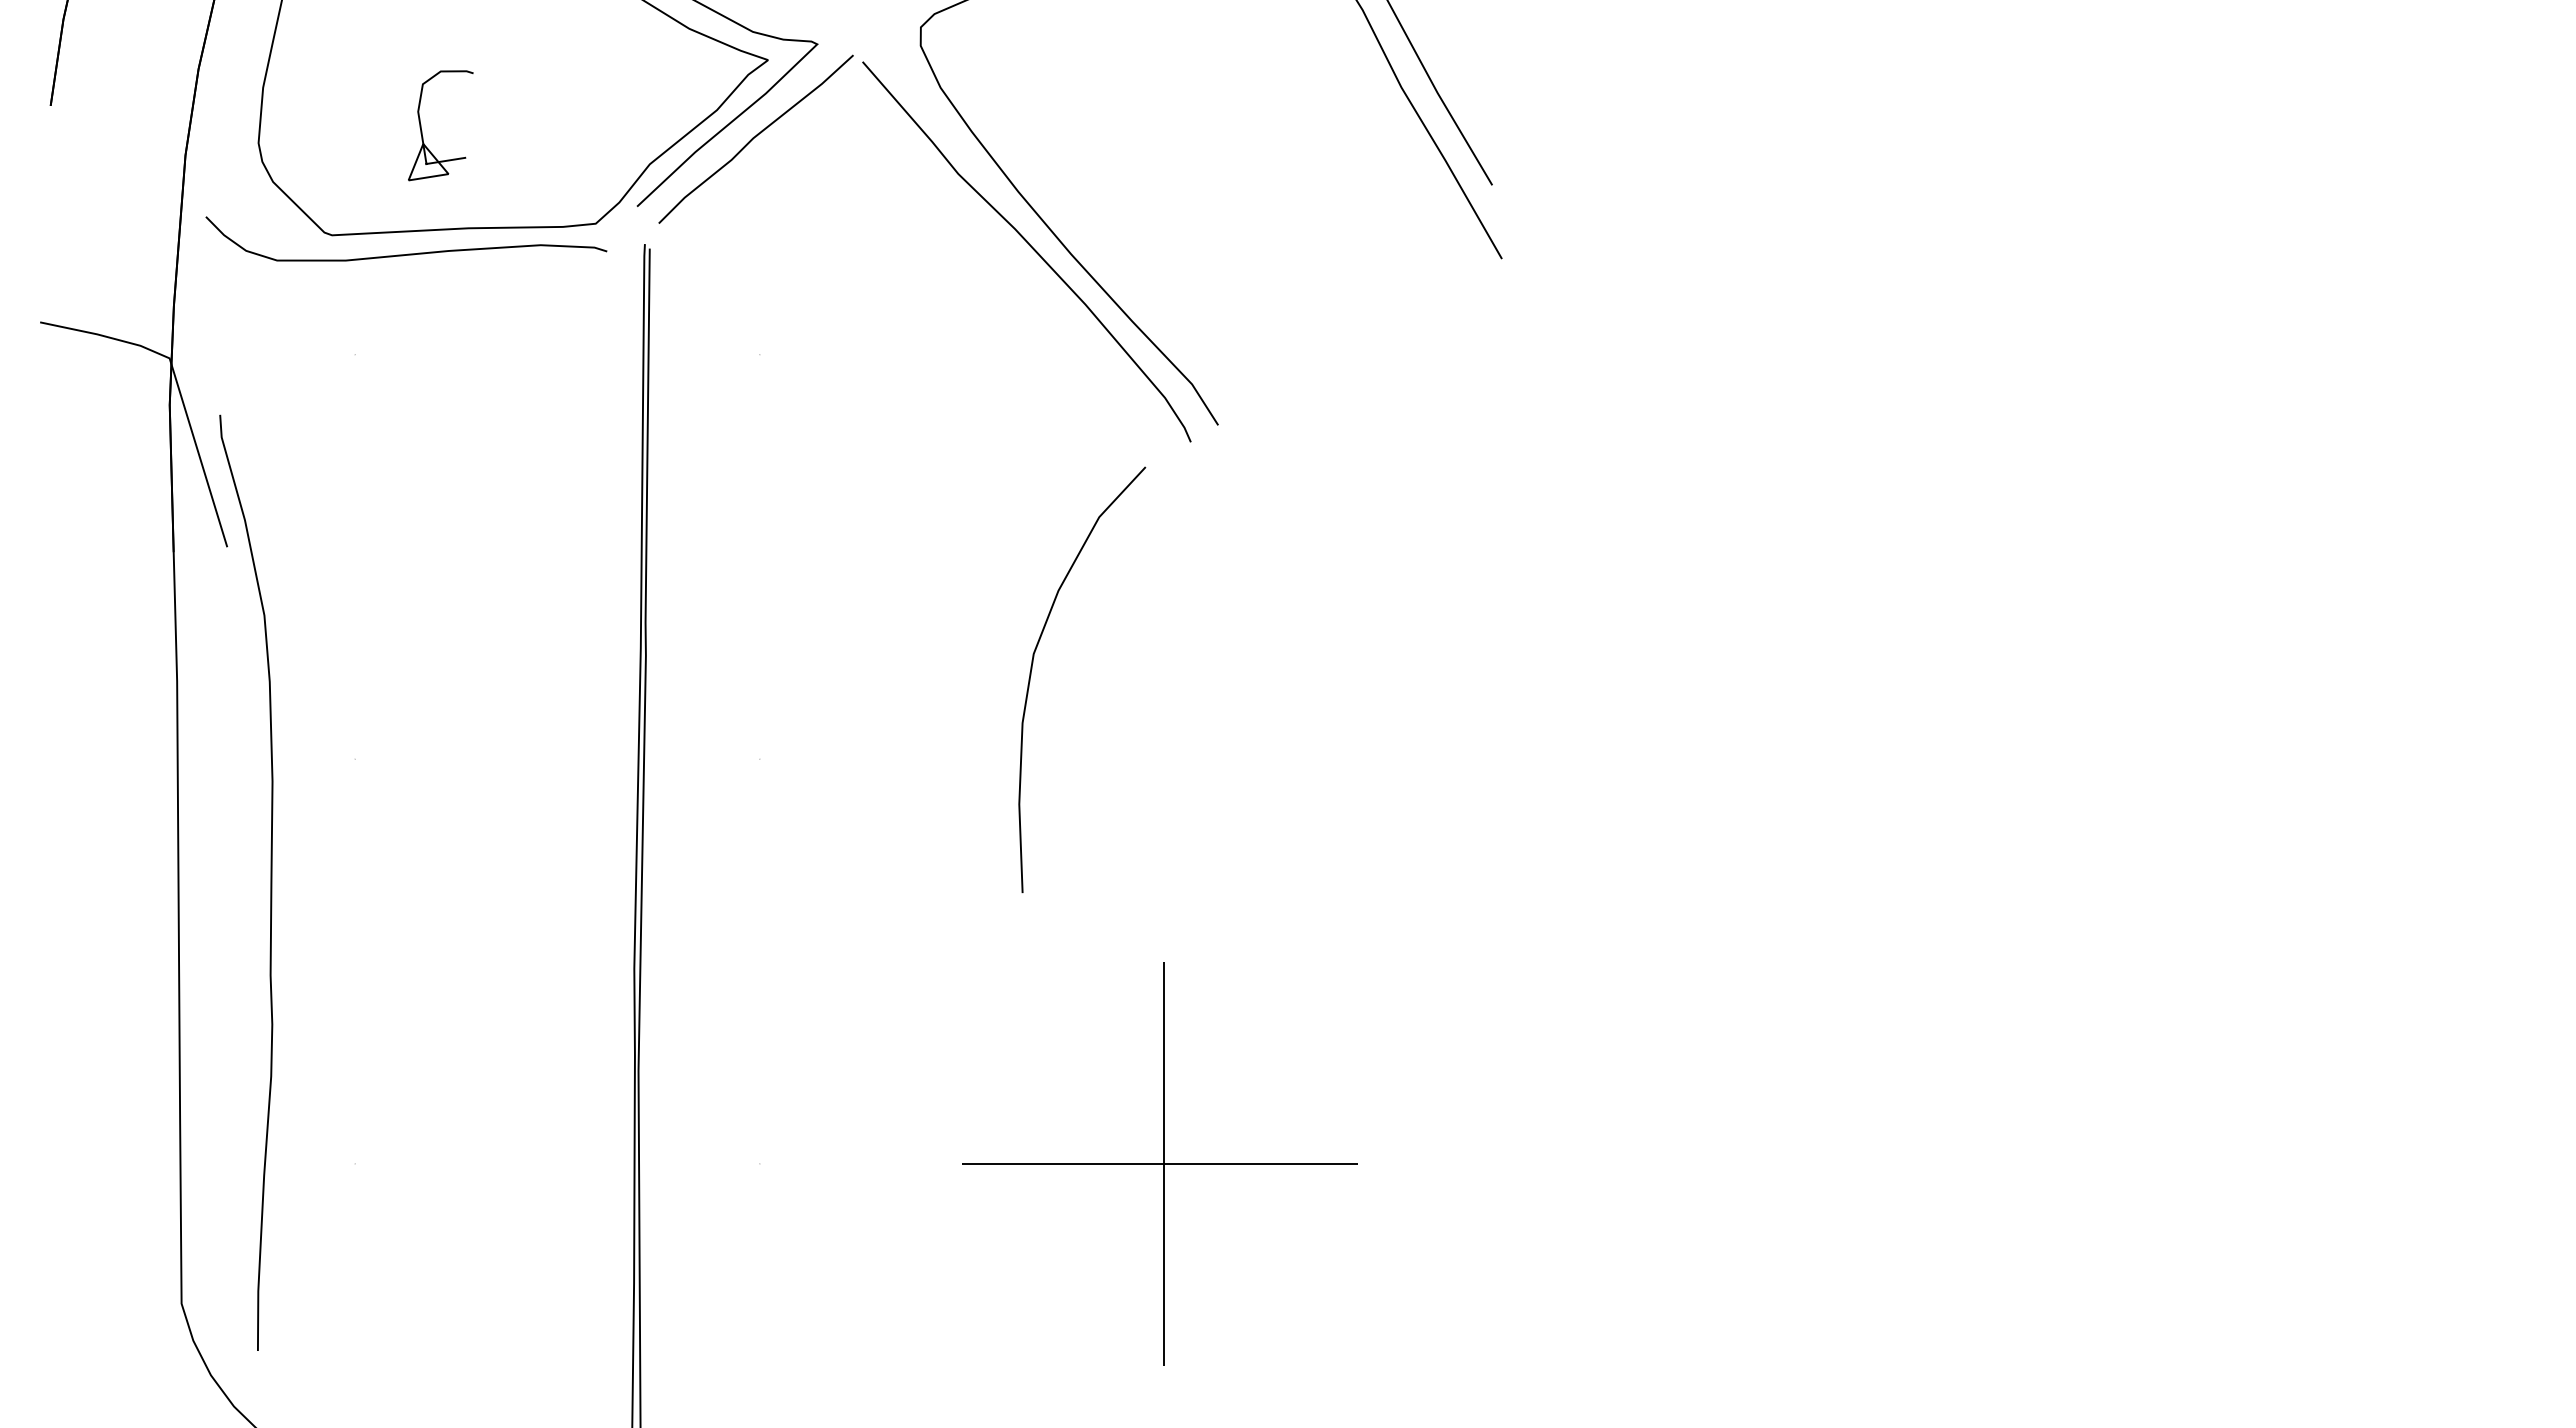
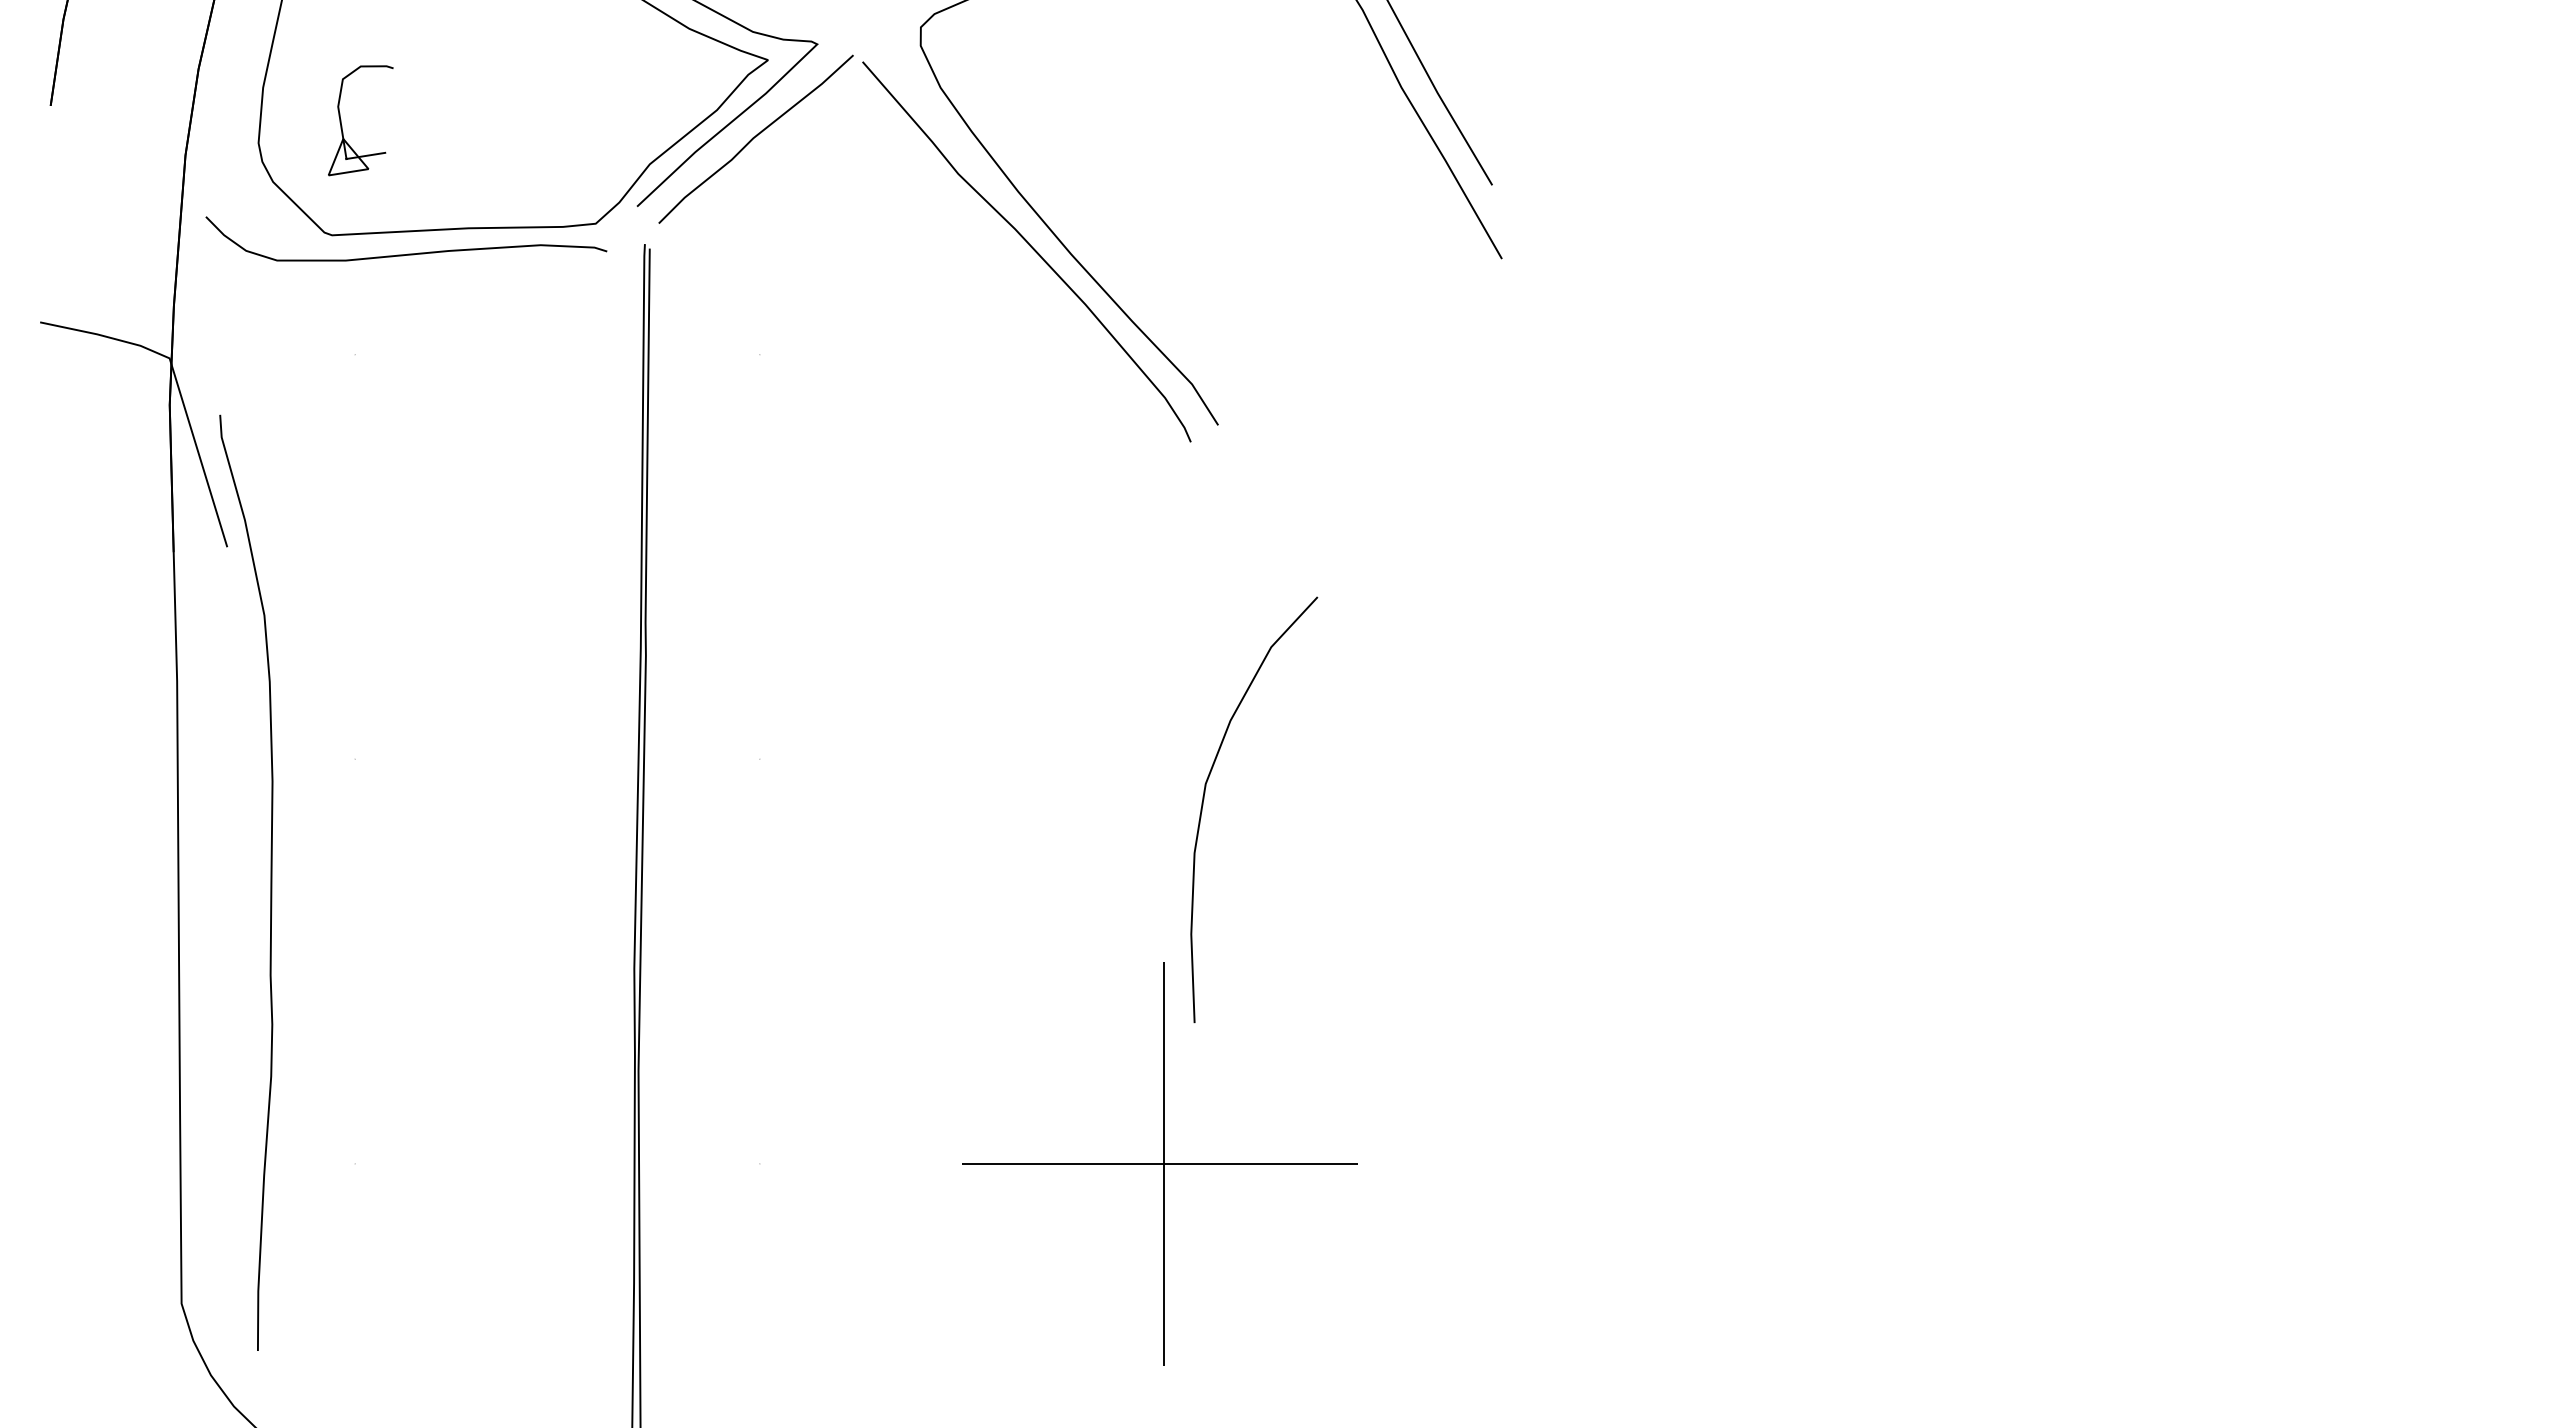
part at (422, 130) position: (422, 130) -> (342, 125)
curve at (1032, 669) position: (1032, 669) -> (1204, 799)
